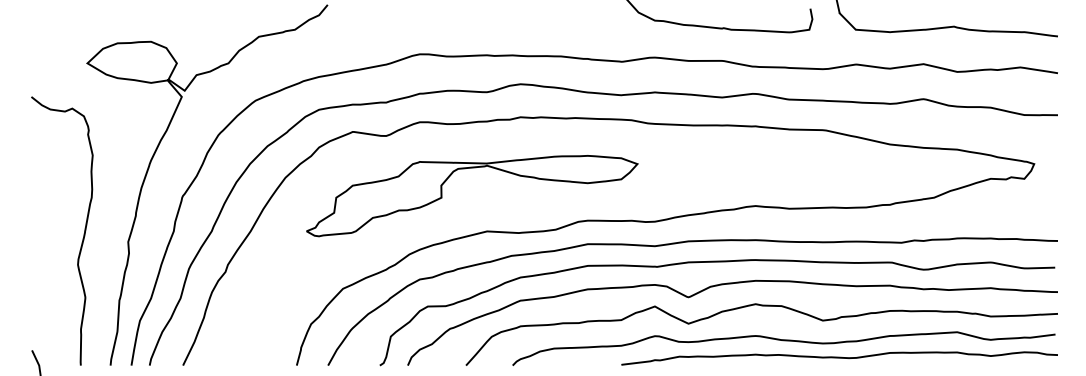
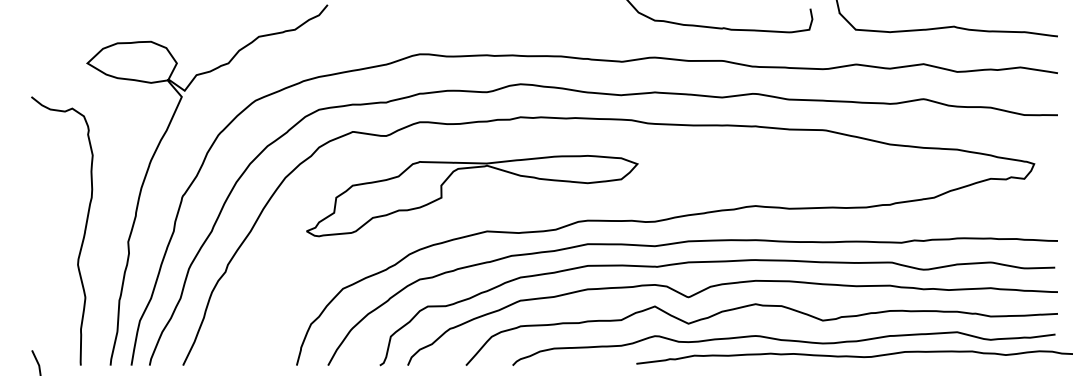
curve at (839, 358) position: (839, 358) -> (854, 357)
